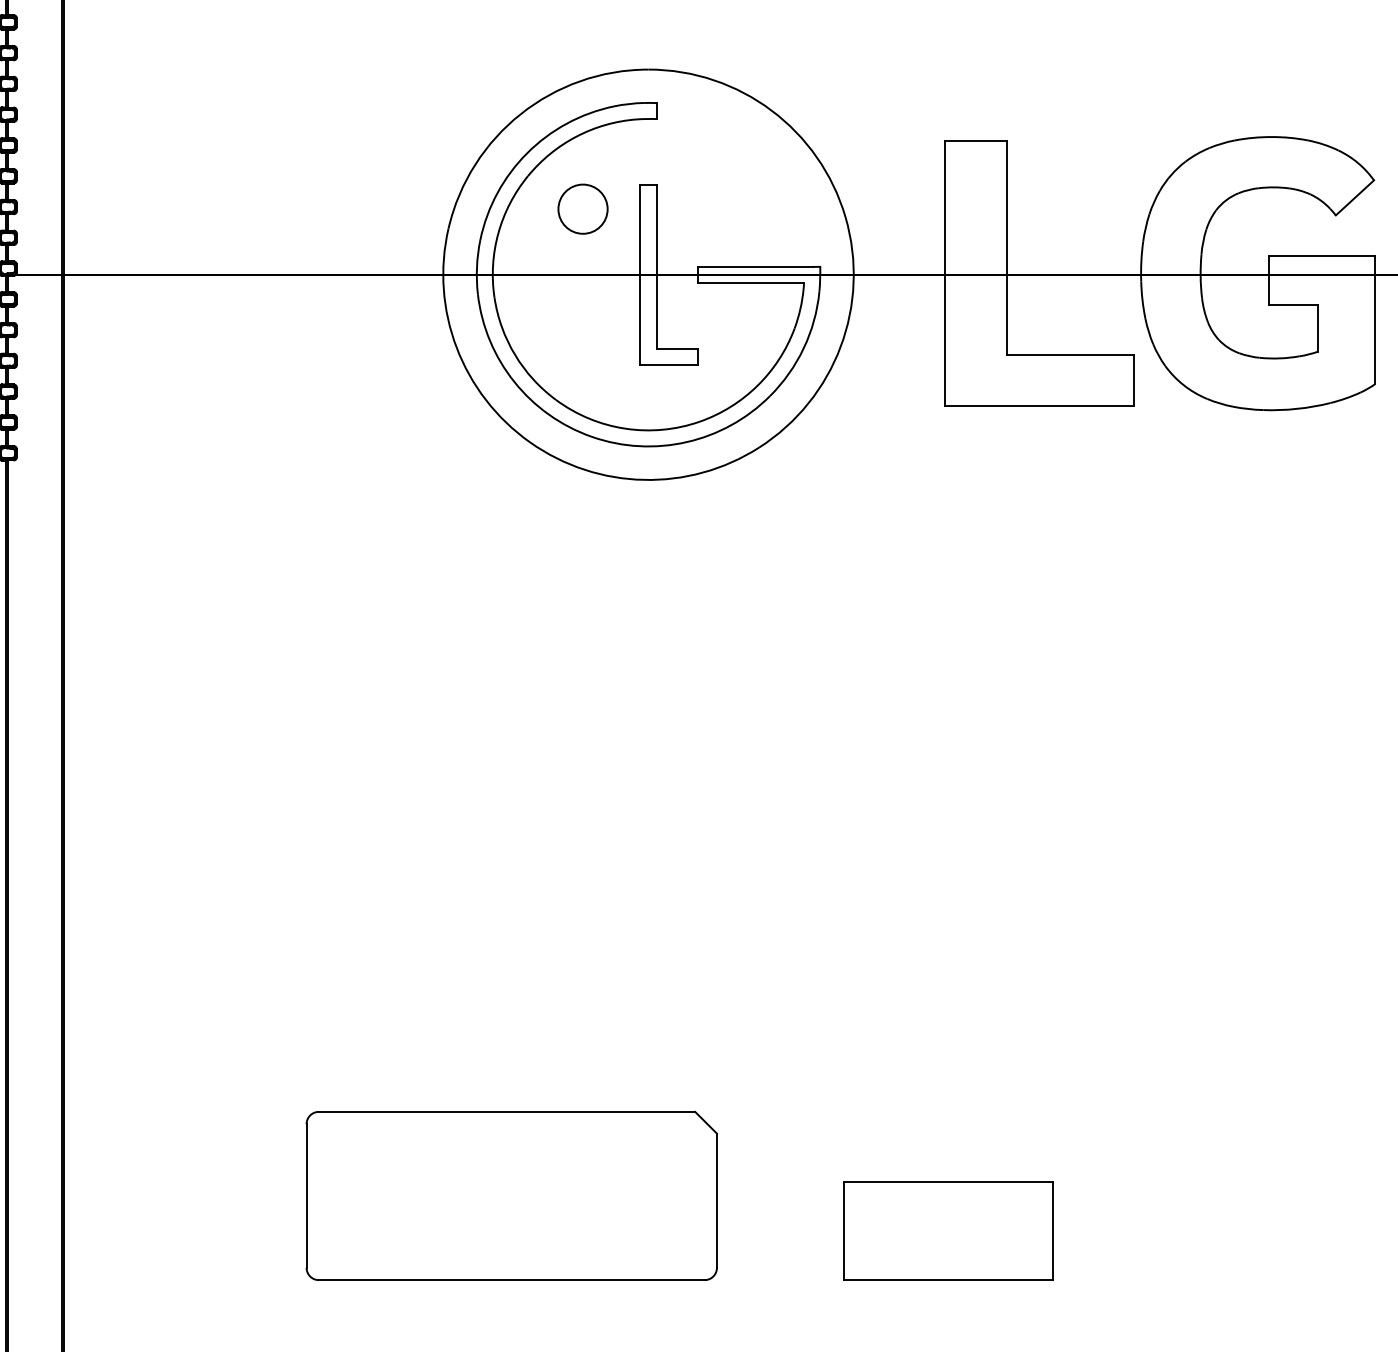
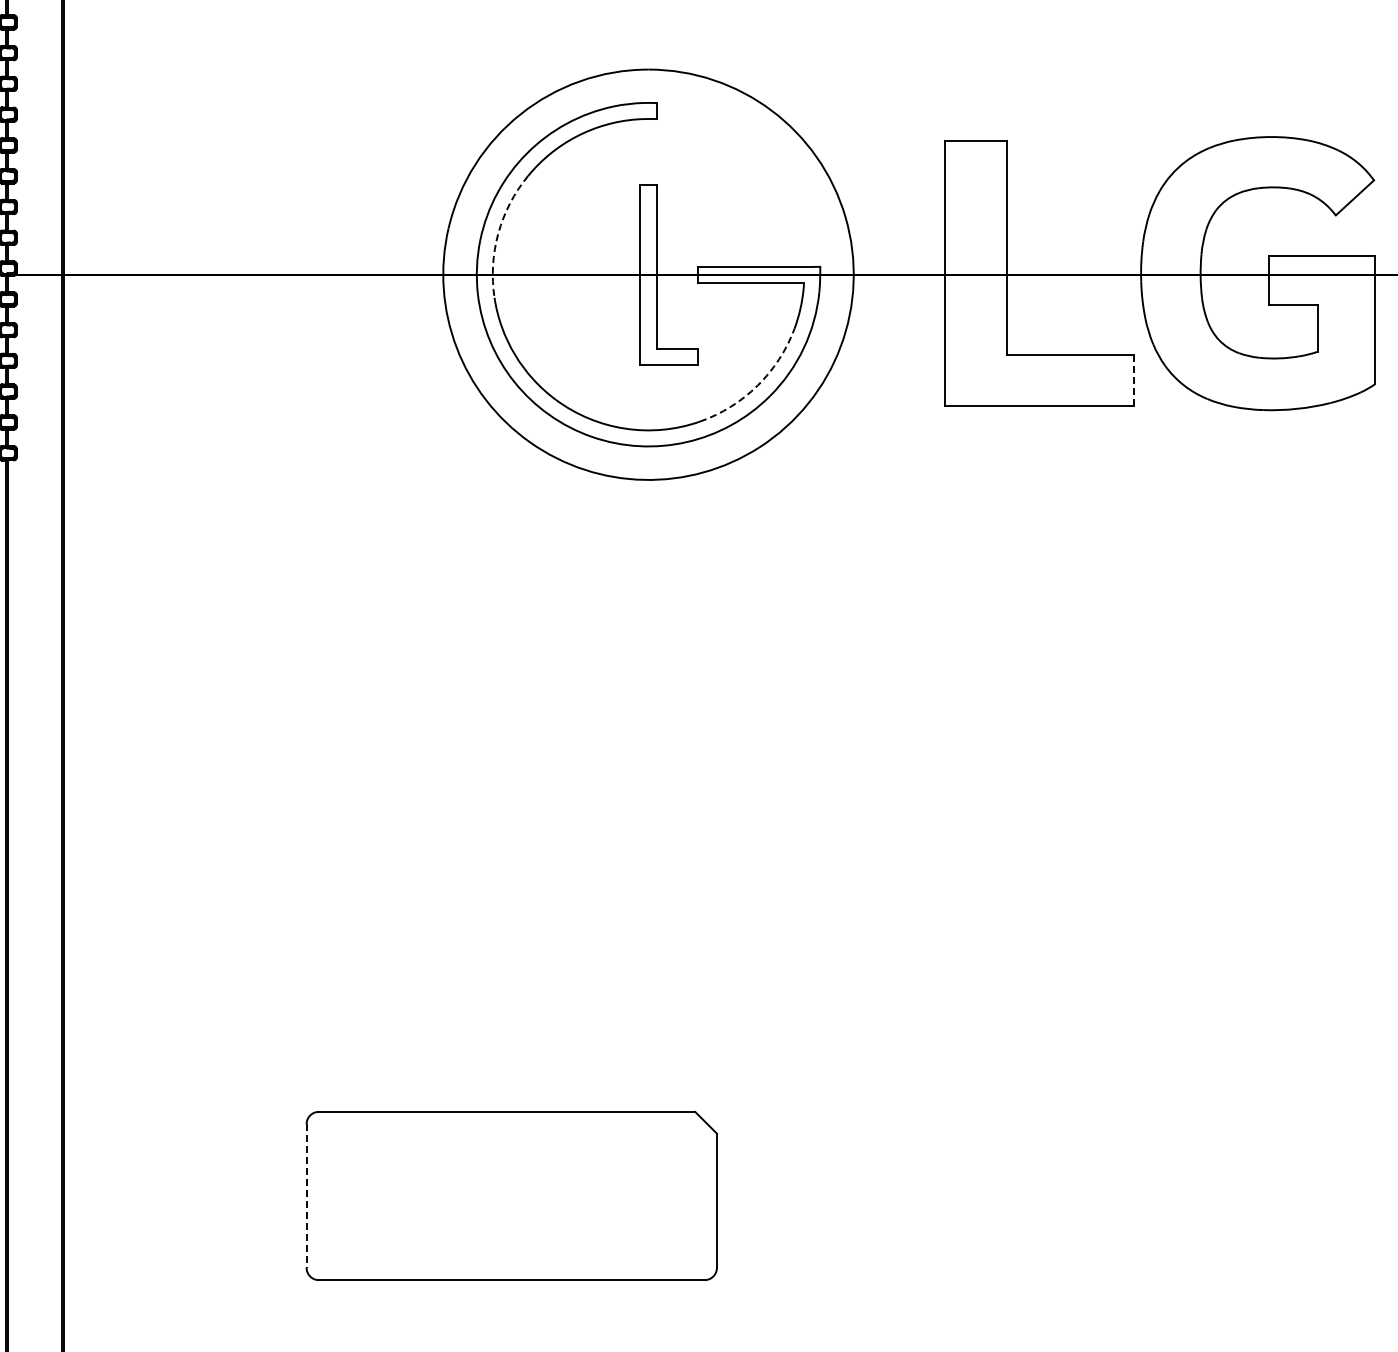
circle at (582, 208): present -> none
arc at (498, 233): solid -> dashed
line at (1133, 380): solid -> dashed
arc at (757, 385): solid -> dashed
line at (306, 1196): solid -> dashed
part at (948, 1230): present -> none
